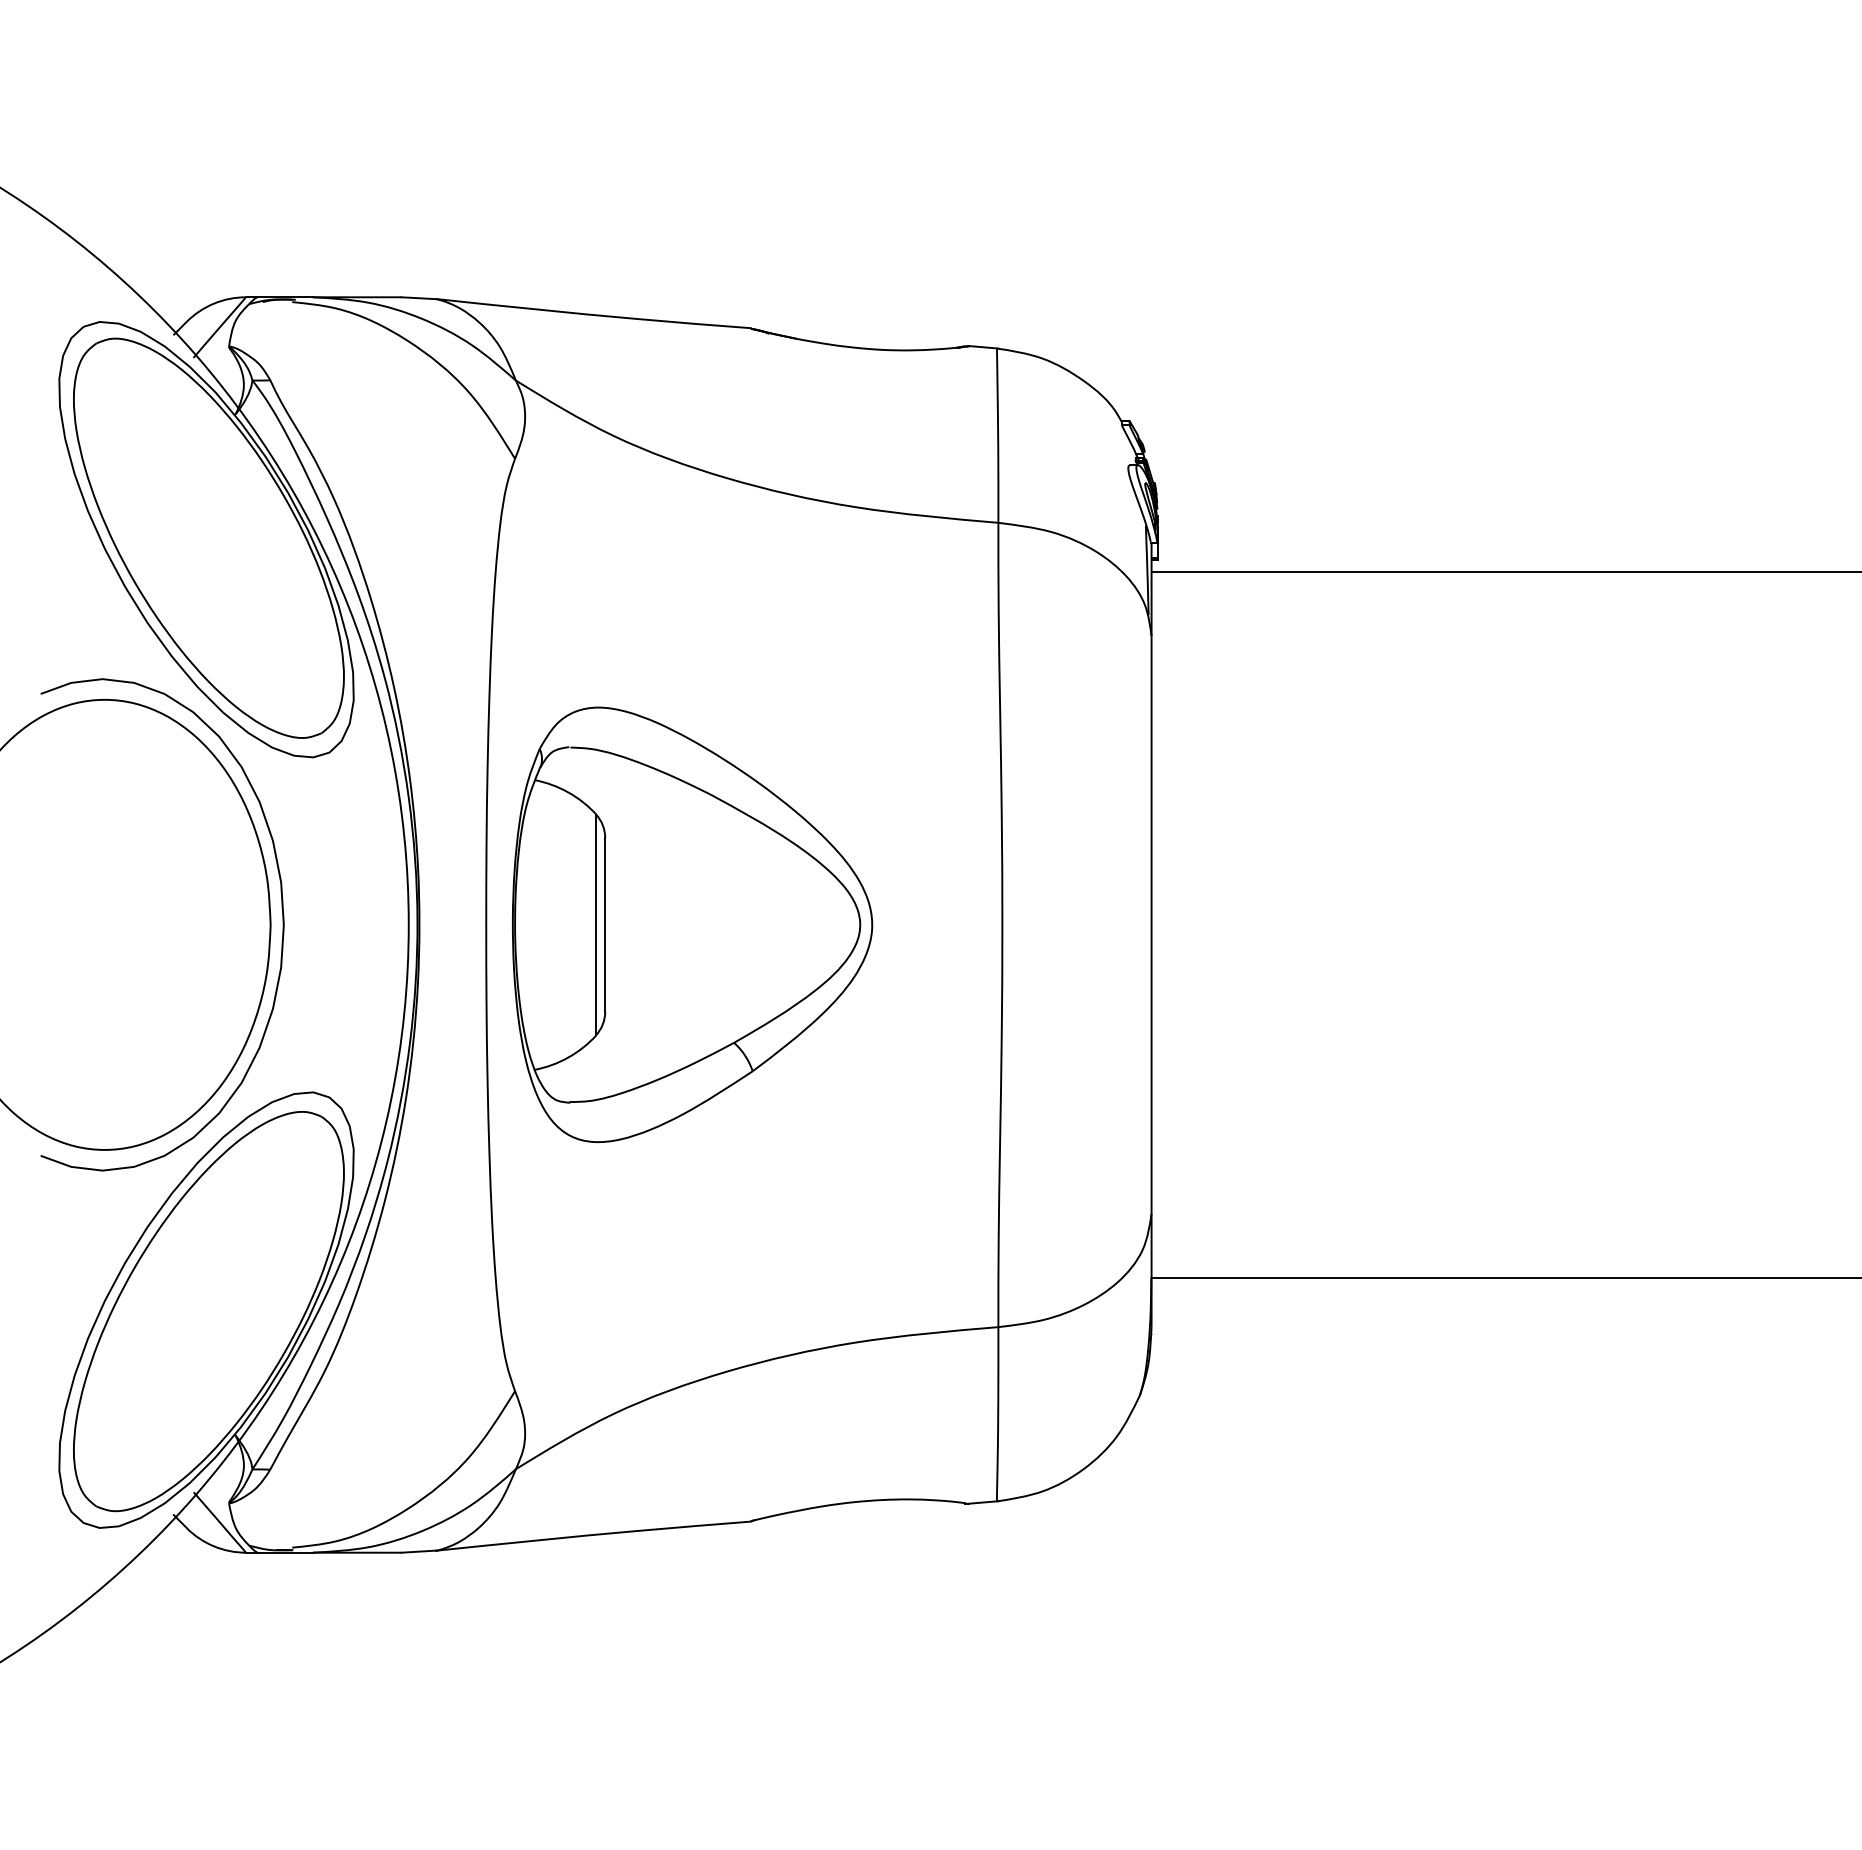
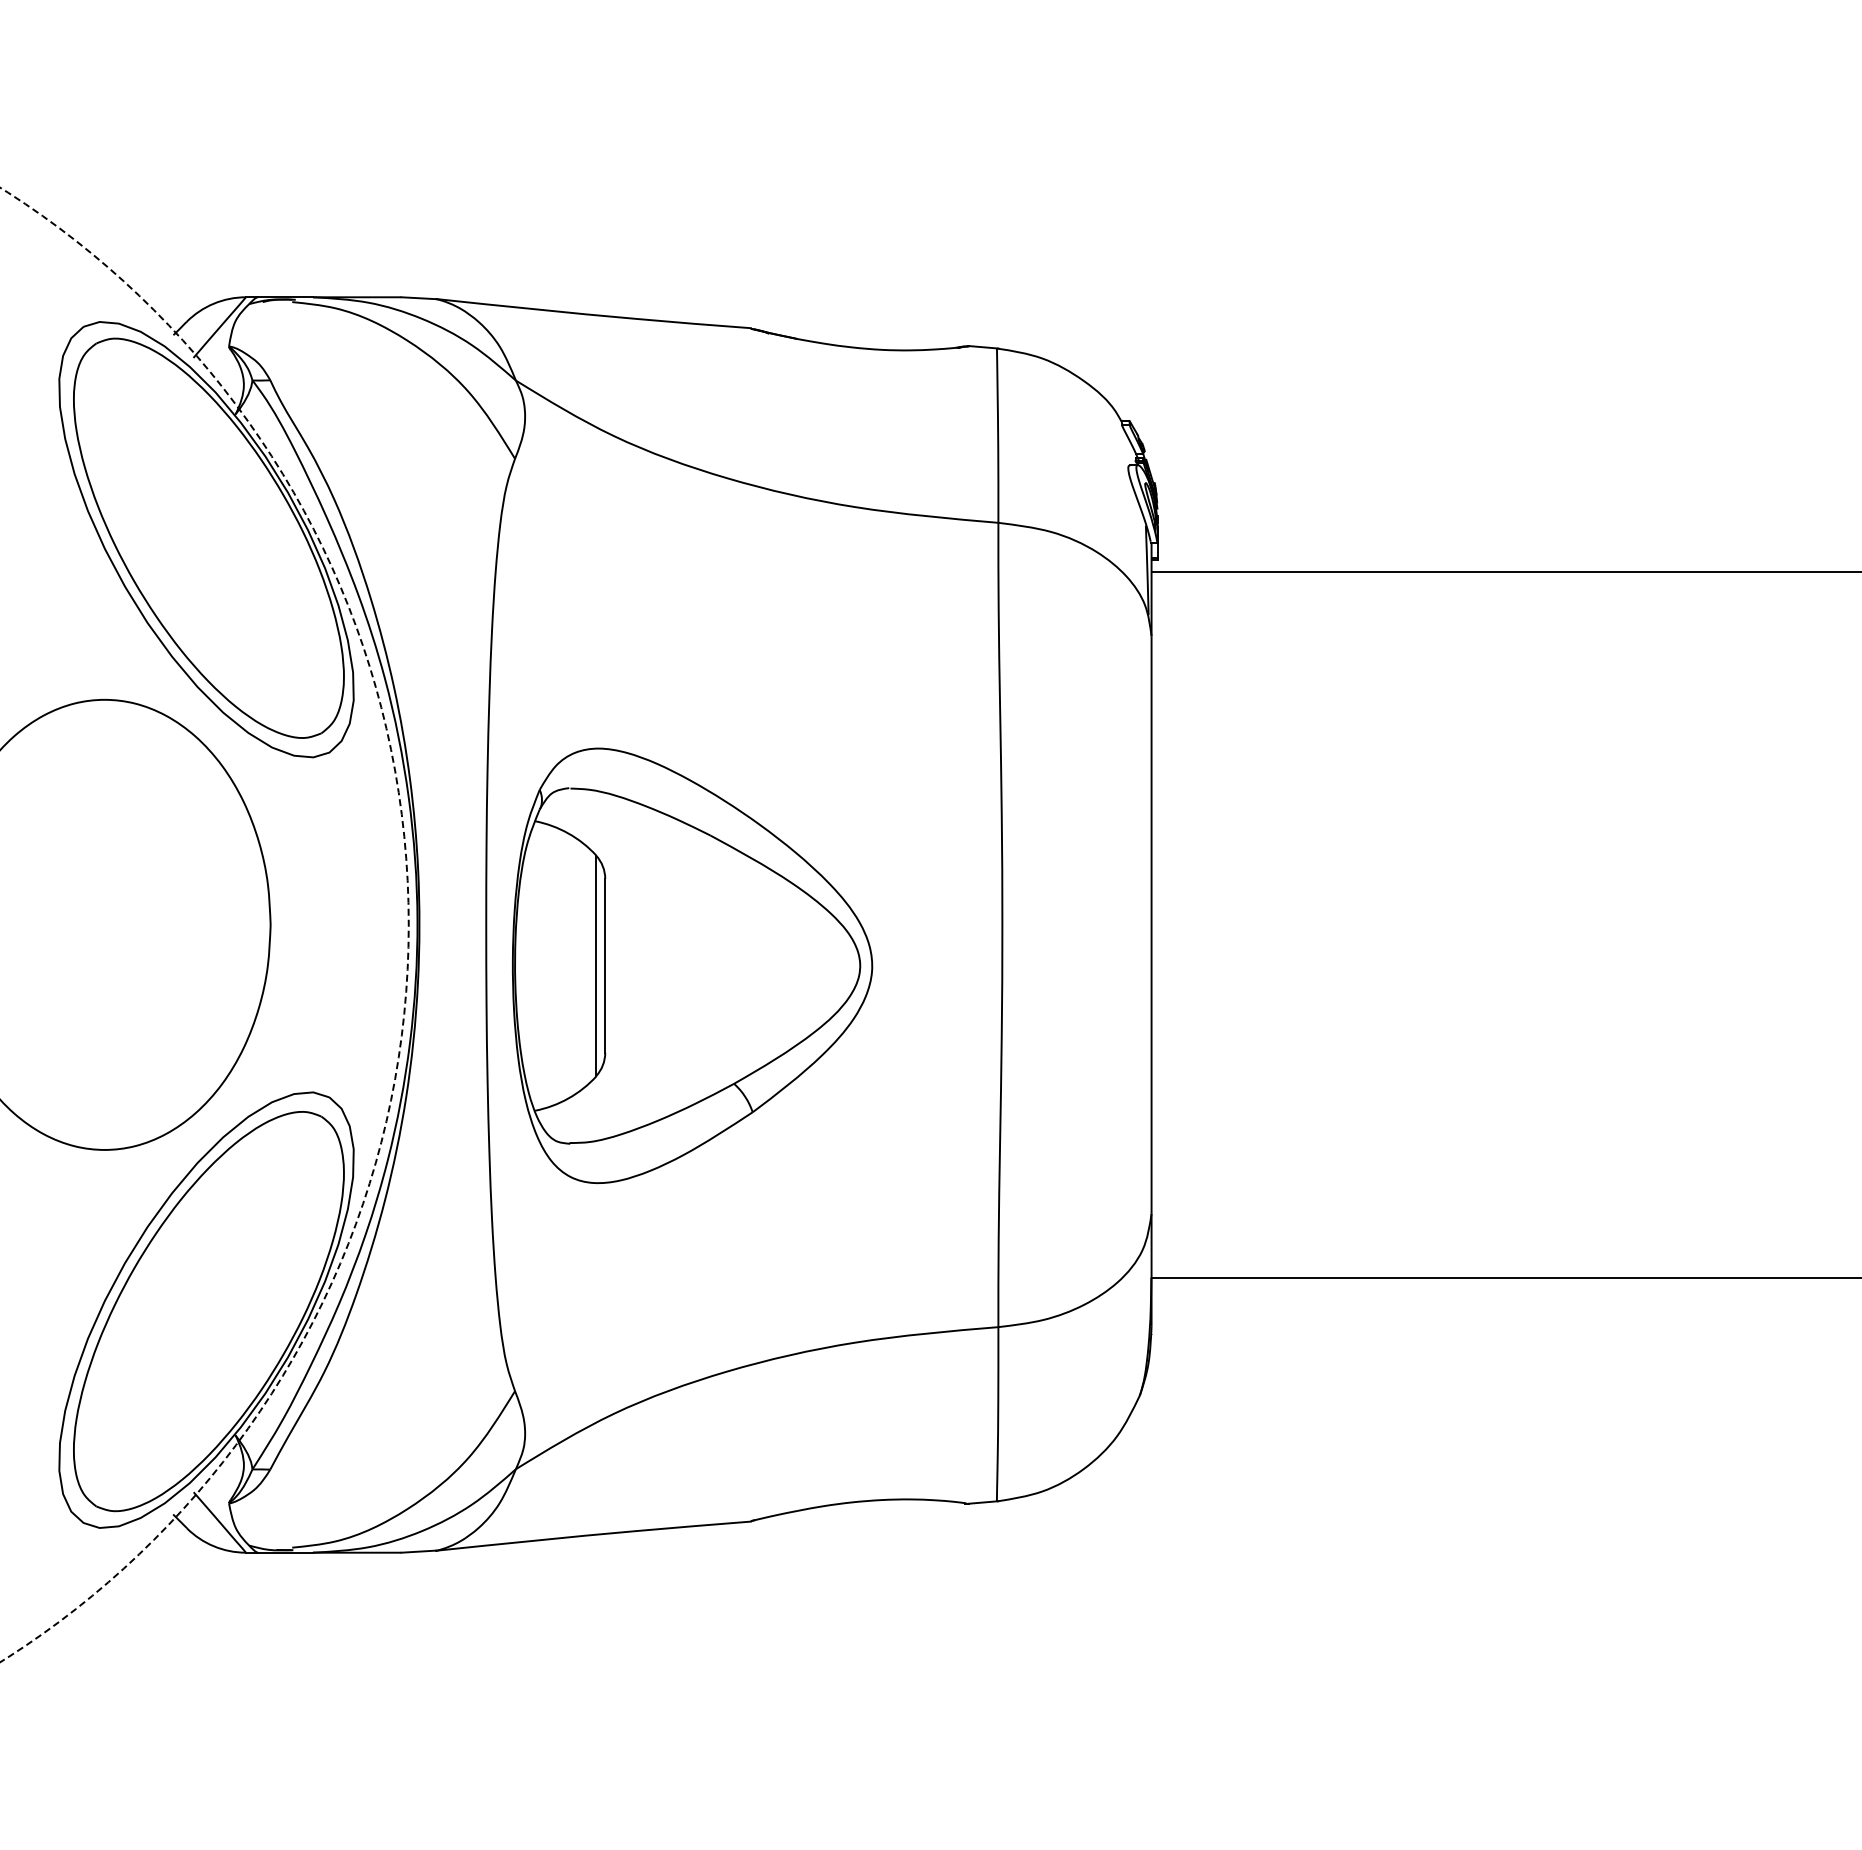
curve at (282, 924): present -> none
part at (692, 924) position: (692, 924) -> (692, 965)
arc at (408, 925): solid -> dashed
